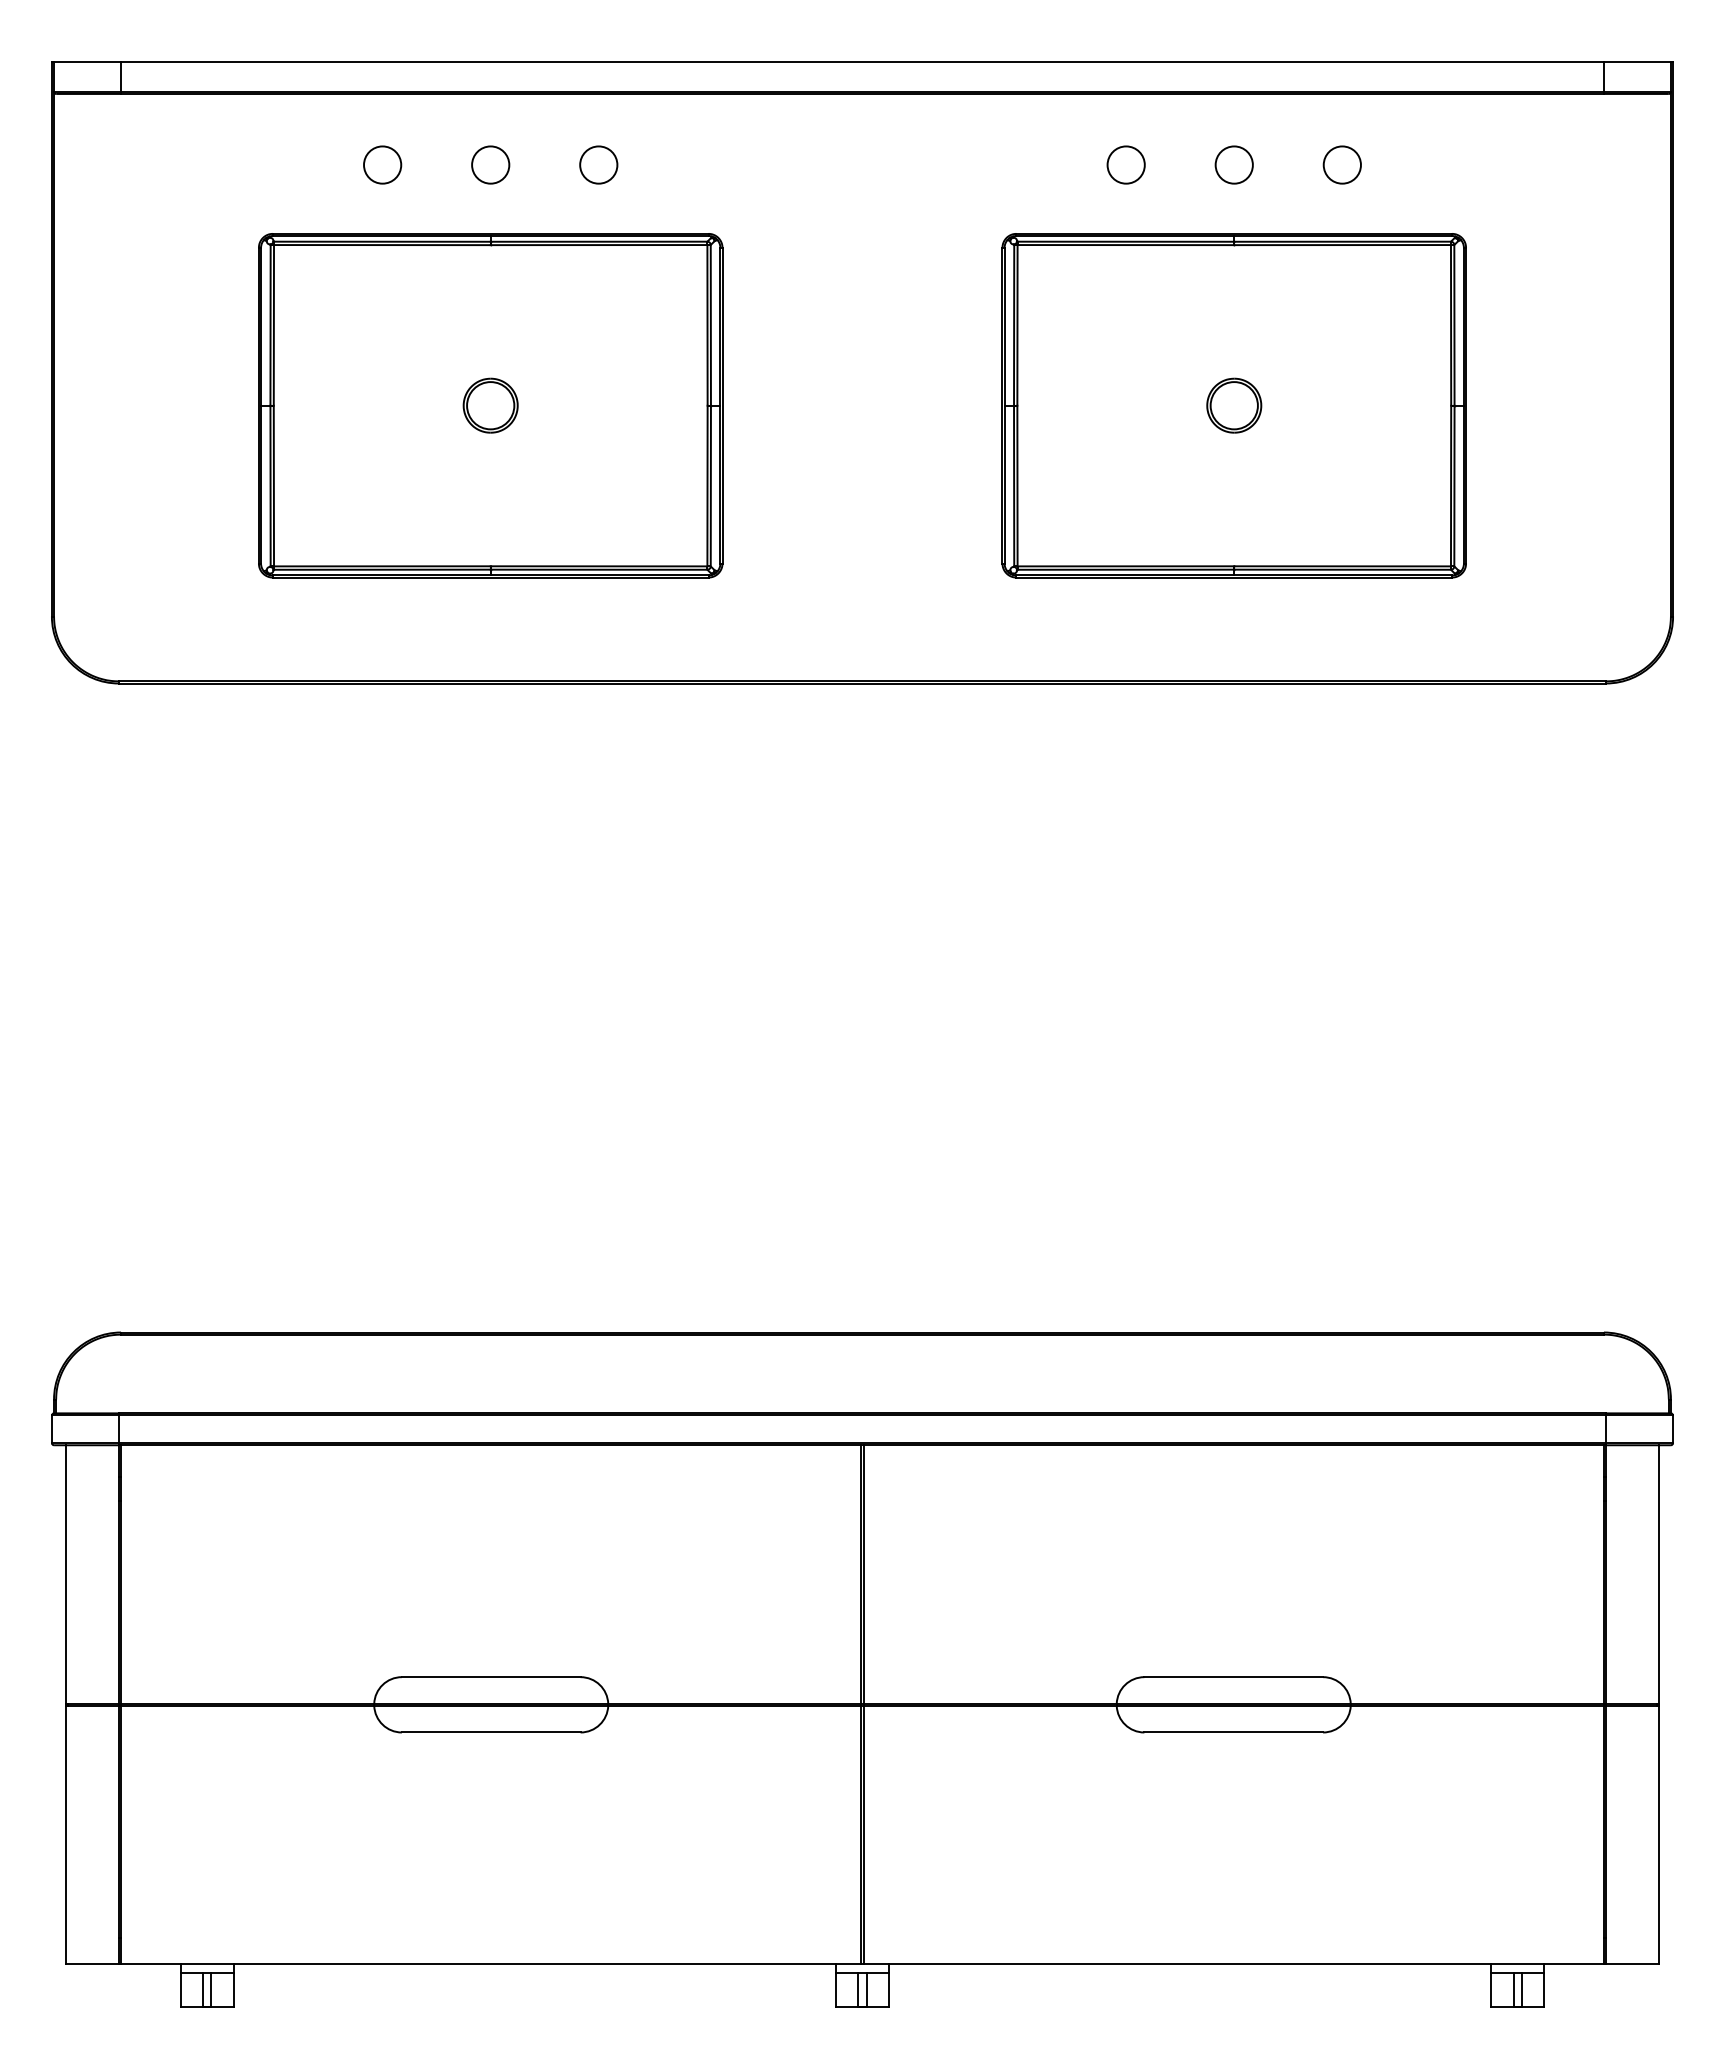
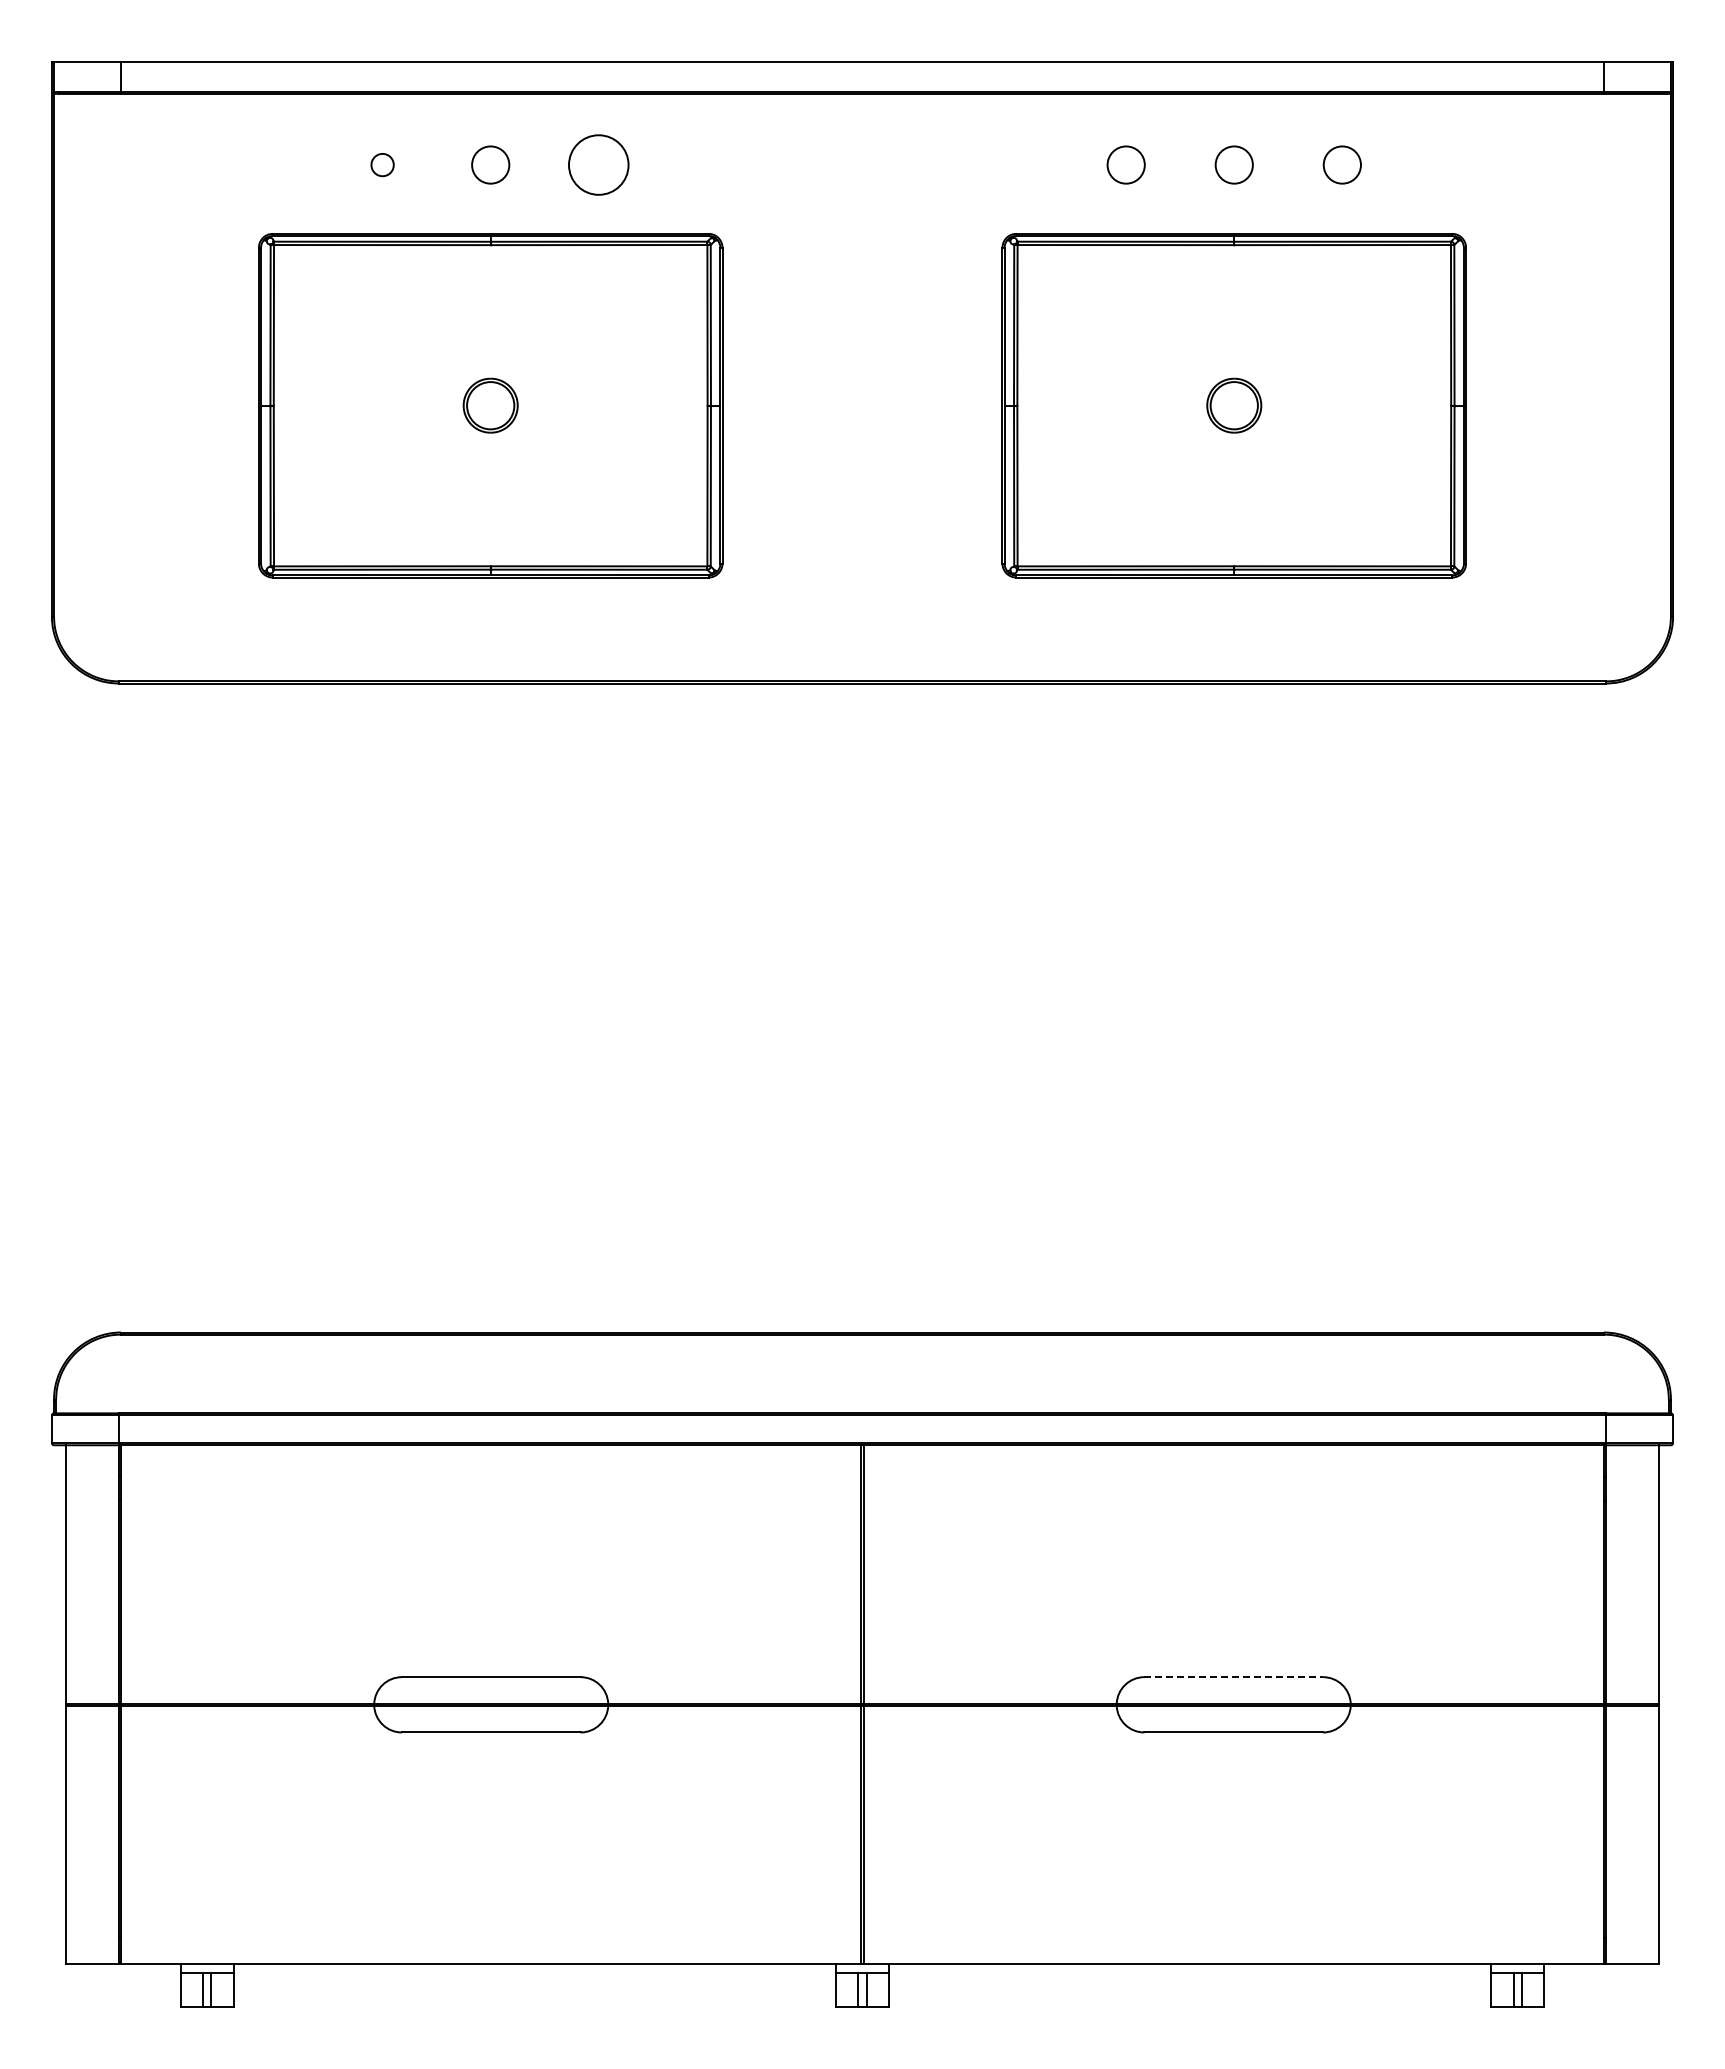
circle at (382, 164) diameter: 37 px -> 22 px
circle at (598, 164) diameter: 37 px -> 60 px
line at (1234, 1677): solid -> dashed
